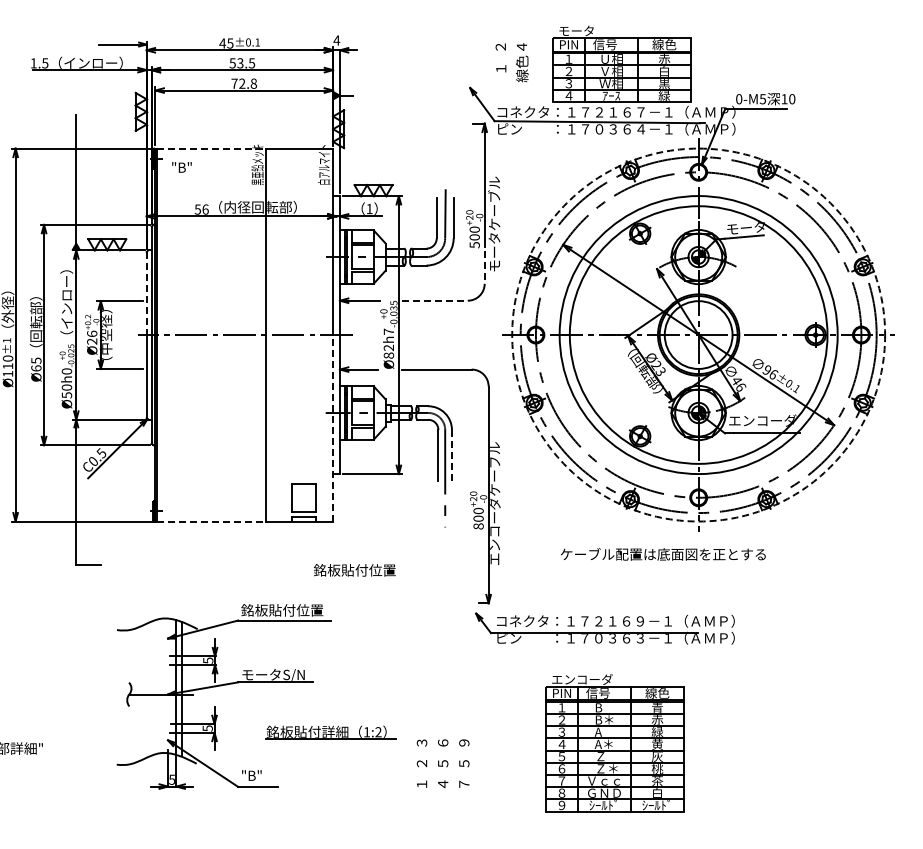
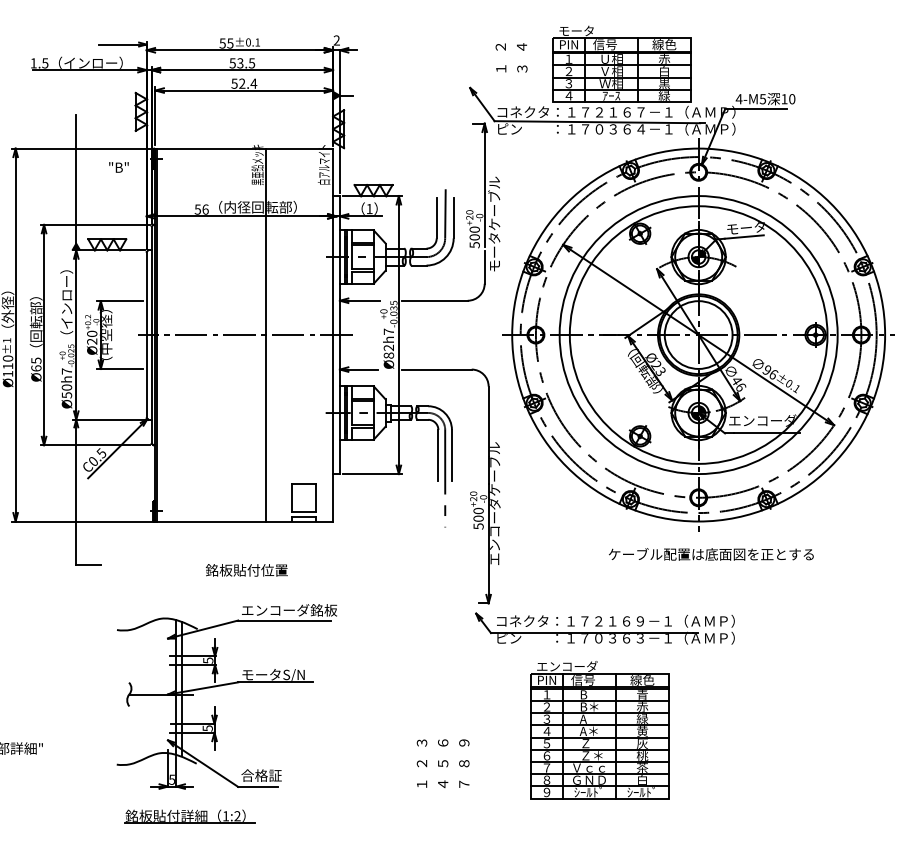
text at (336, 40): 4 -> 2
text at (222, 43): 45 -> 55
text at (522, 68): 線色 -> ３
text at (244, 83): 72.8 -> 52.4
text at (738, 99): 0-M5 -> 4-M5
line at (212, 148): dashed -> solid
text at (181, 167) position: (181, 167) -> (118, 167)
line at (484, 268): dashed -> solid
line at (146, 293): dashed -> solid
line at (434, 300): dashed -> solid
text at (92, 333): Ø26 -> Ø20
circle at (698, 334): dashed -> solid
text at (66, 371): Ø50h0 -> Ø50h7
line at (333, 427): dashed -> solid
line at (451, 454): dashed -> solid
line at (212, 521): dashed -> solid
text at (478, 526): 800 -> 500
text at (663, 554) position: (663, 554) -> (711, 554)
text at (354, 570) position: (354, 570) -> (246, 570)
text at (289, 610): 銘板貼付位置 -> エンコーダ銘板
part at (330, 732) position: (330, 732) -> (189, 816)
part at (614, 743) position: (614, 743) -> (599, 730)
text at (464, 763): ５ -> ８
text at (261, 775): "B" -> 合格証
